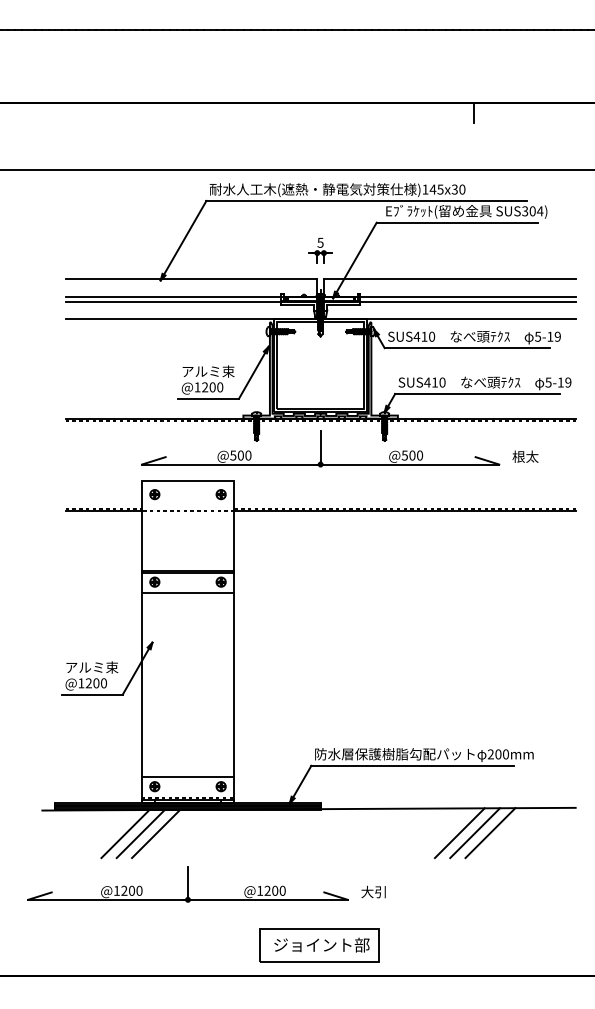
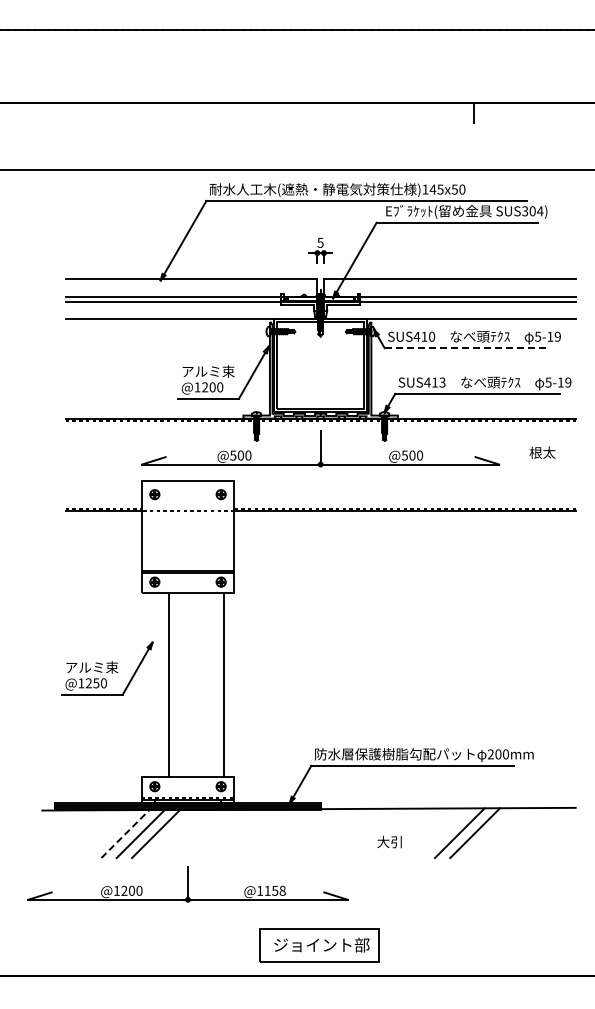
text at (454, 188): )145x30 -> )145x50
line at (467, 348): solid -> dashed
text at (442, 382): SUS410 -> SUS413
text at (525, 456) position: (525, 456) -> (542, 452)
text at (96, 683): @1200 -> @1250
line at (141, 684) position: (141, 684) -> (168, 684)
line at (234, 684) position: (234, 684) -> (224, 684)
line at (490, 833): present -> none
line at (125, 834): solid -> dashed
text at (274, 890): @1200 -> @1158
text at (373, 891) position: (373, 891) -> (389, 841)
